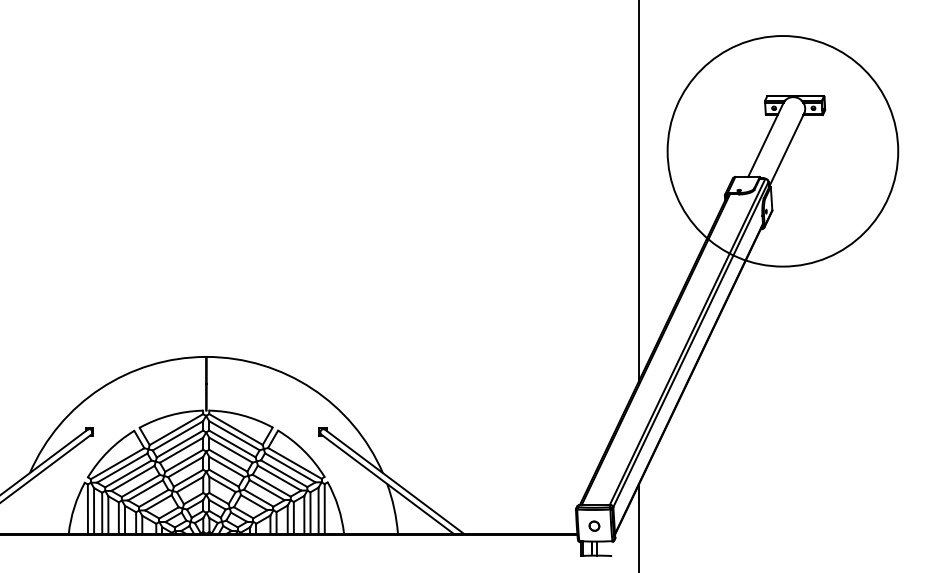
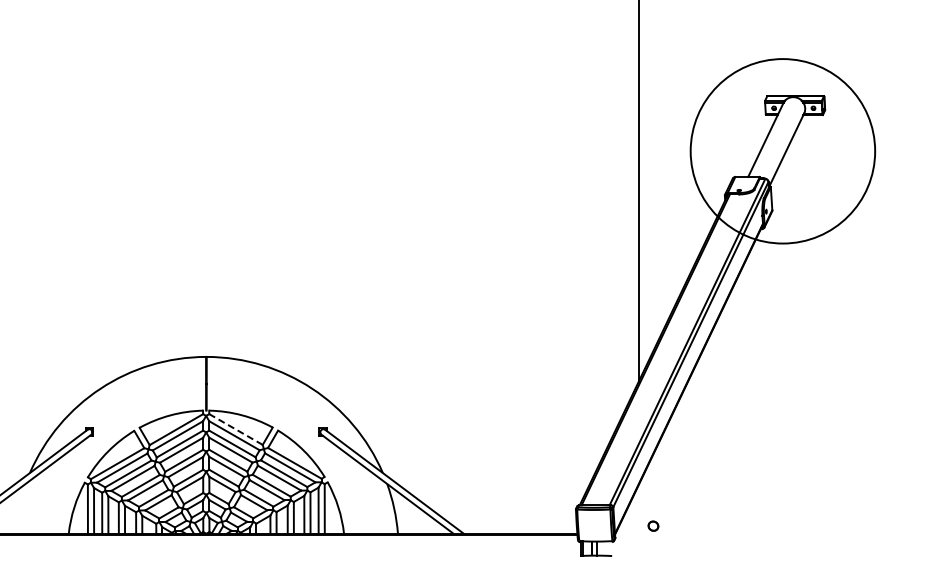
circle at (782, 151) diameter: 231 px -> 184 px
line at (236, 429): solid -> dashed
part at (594, 525) position: (594, 525) -> (653, 525)
line at (638, 526): present -> none
